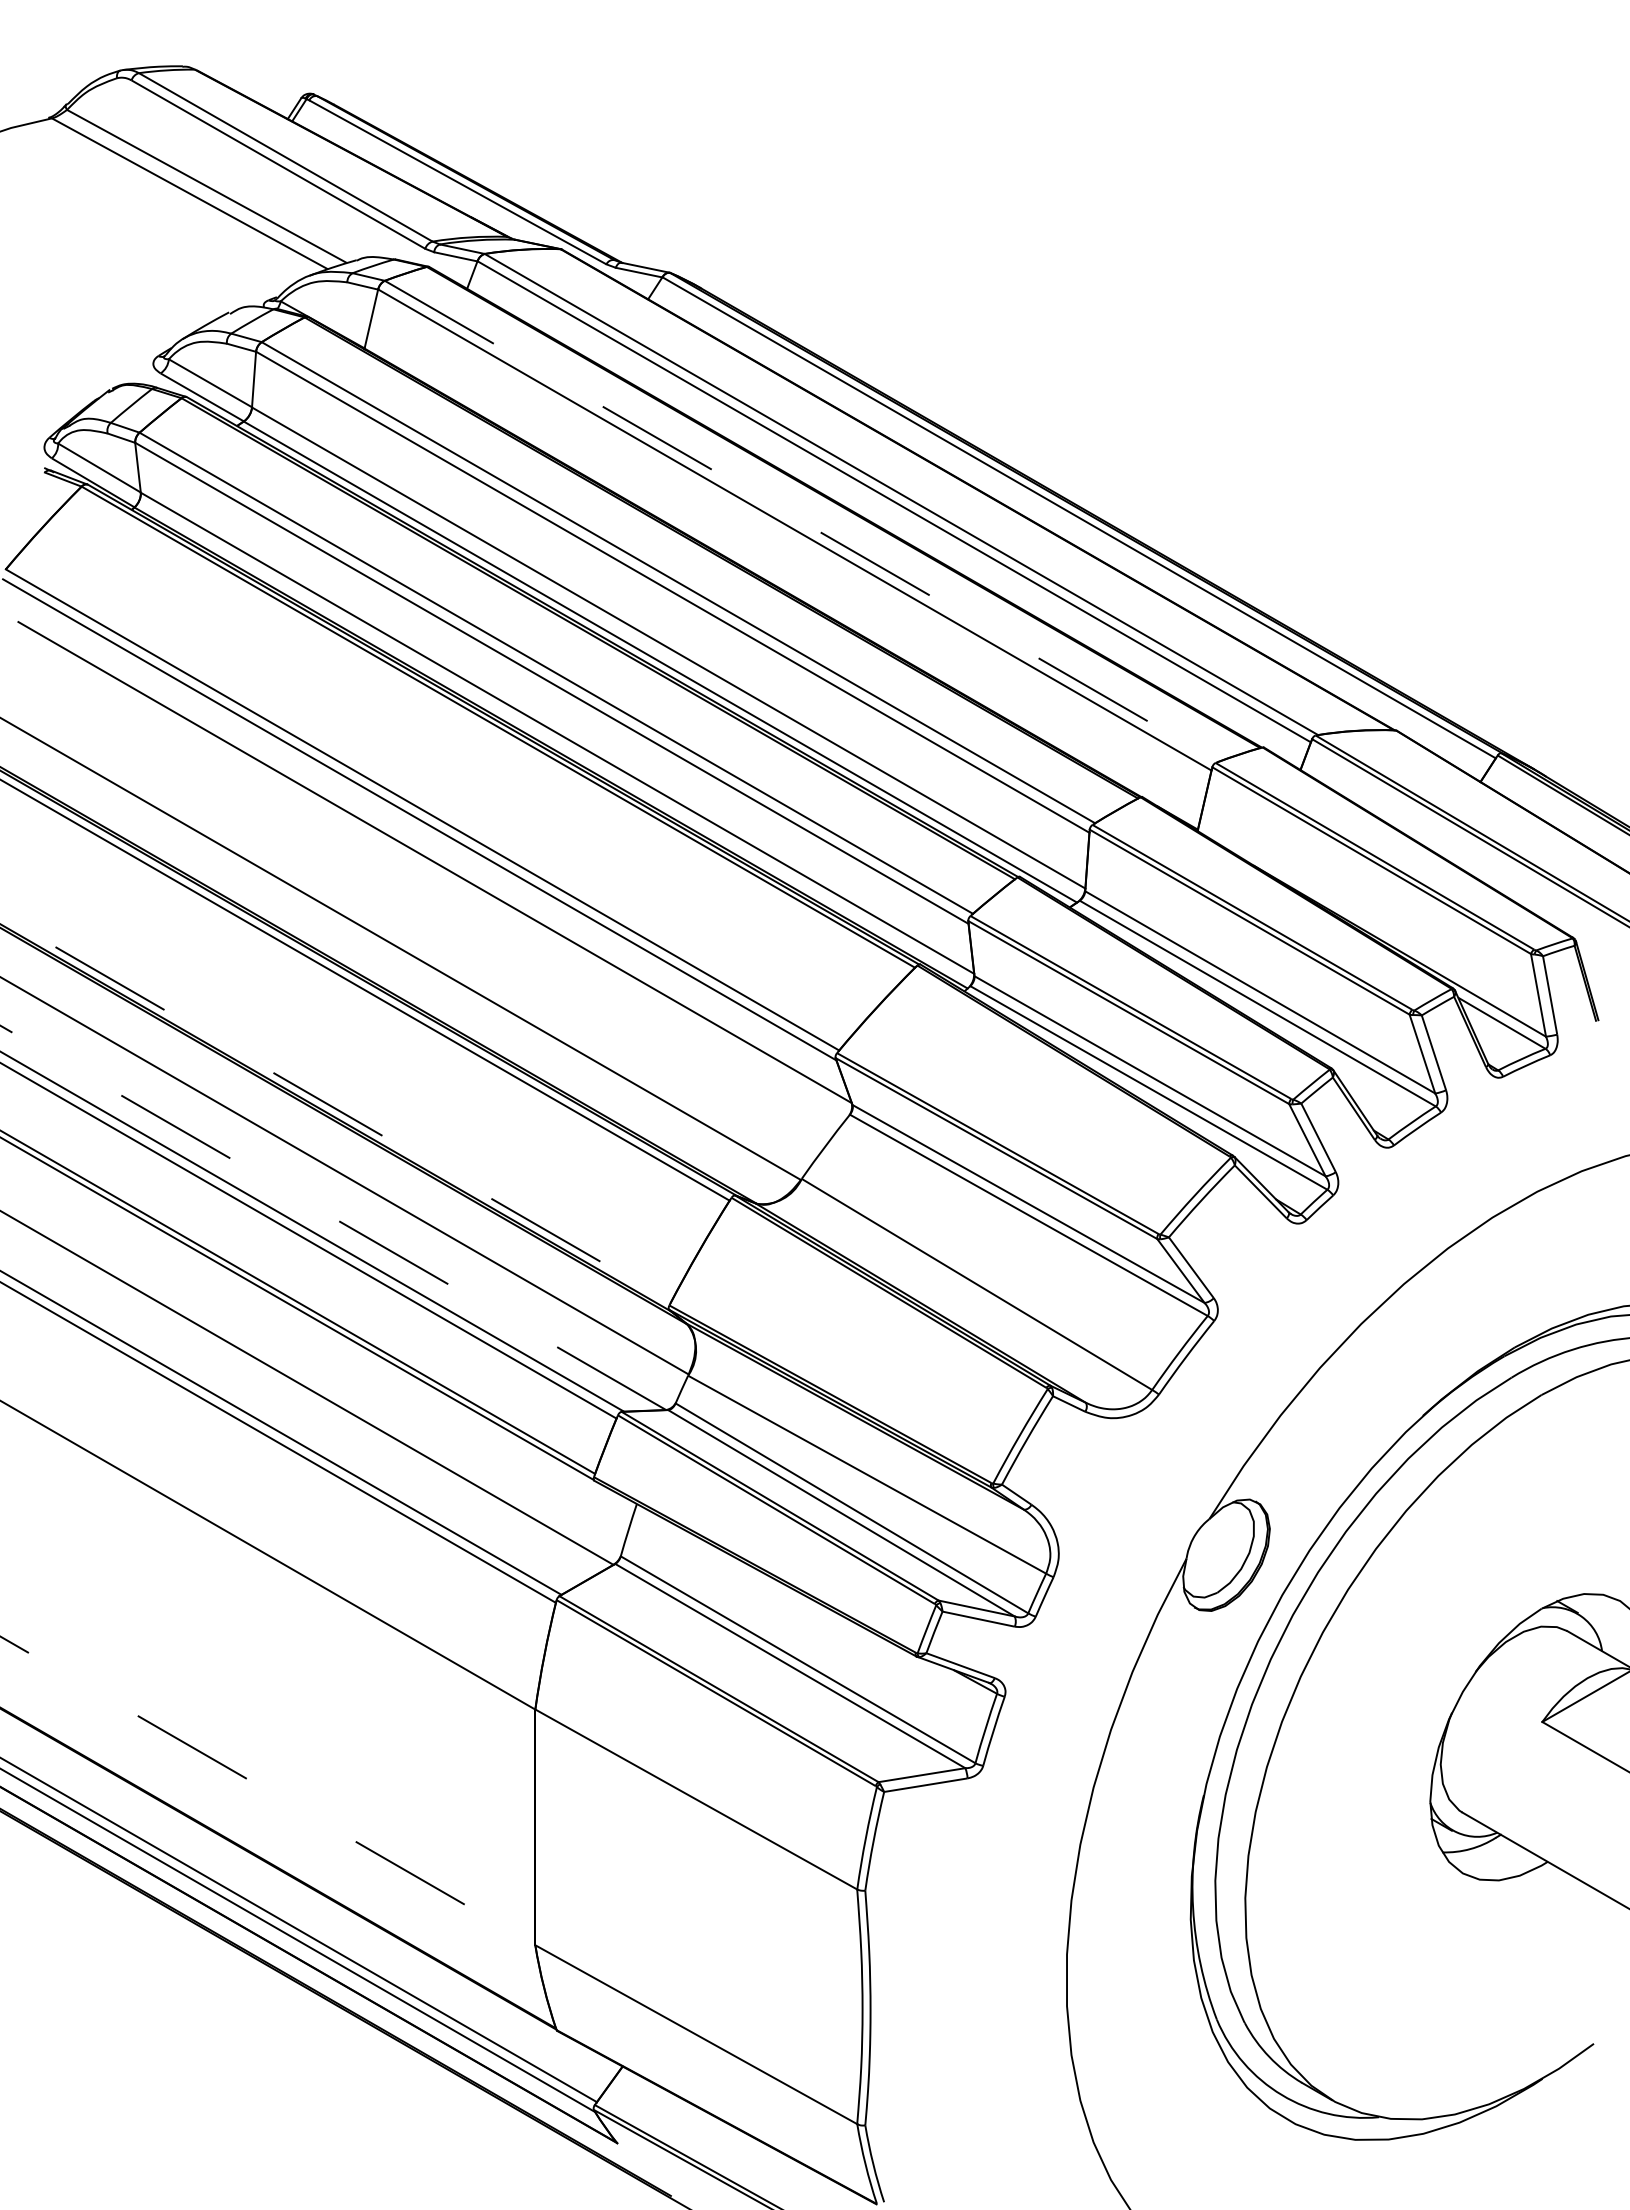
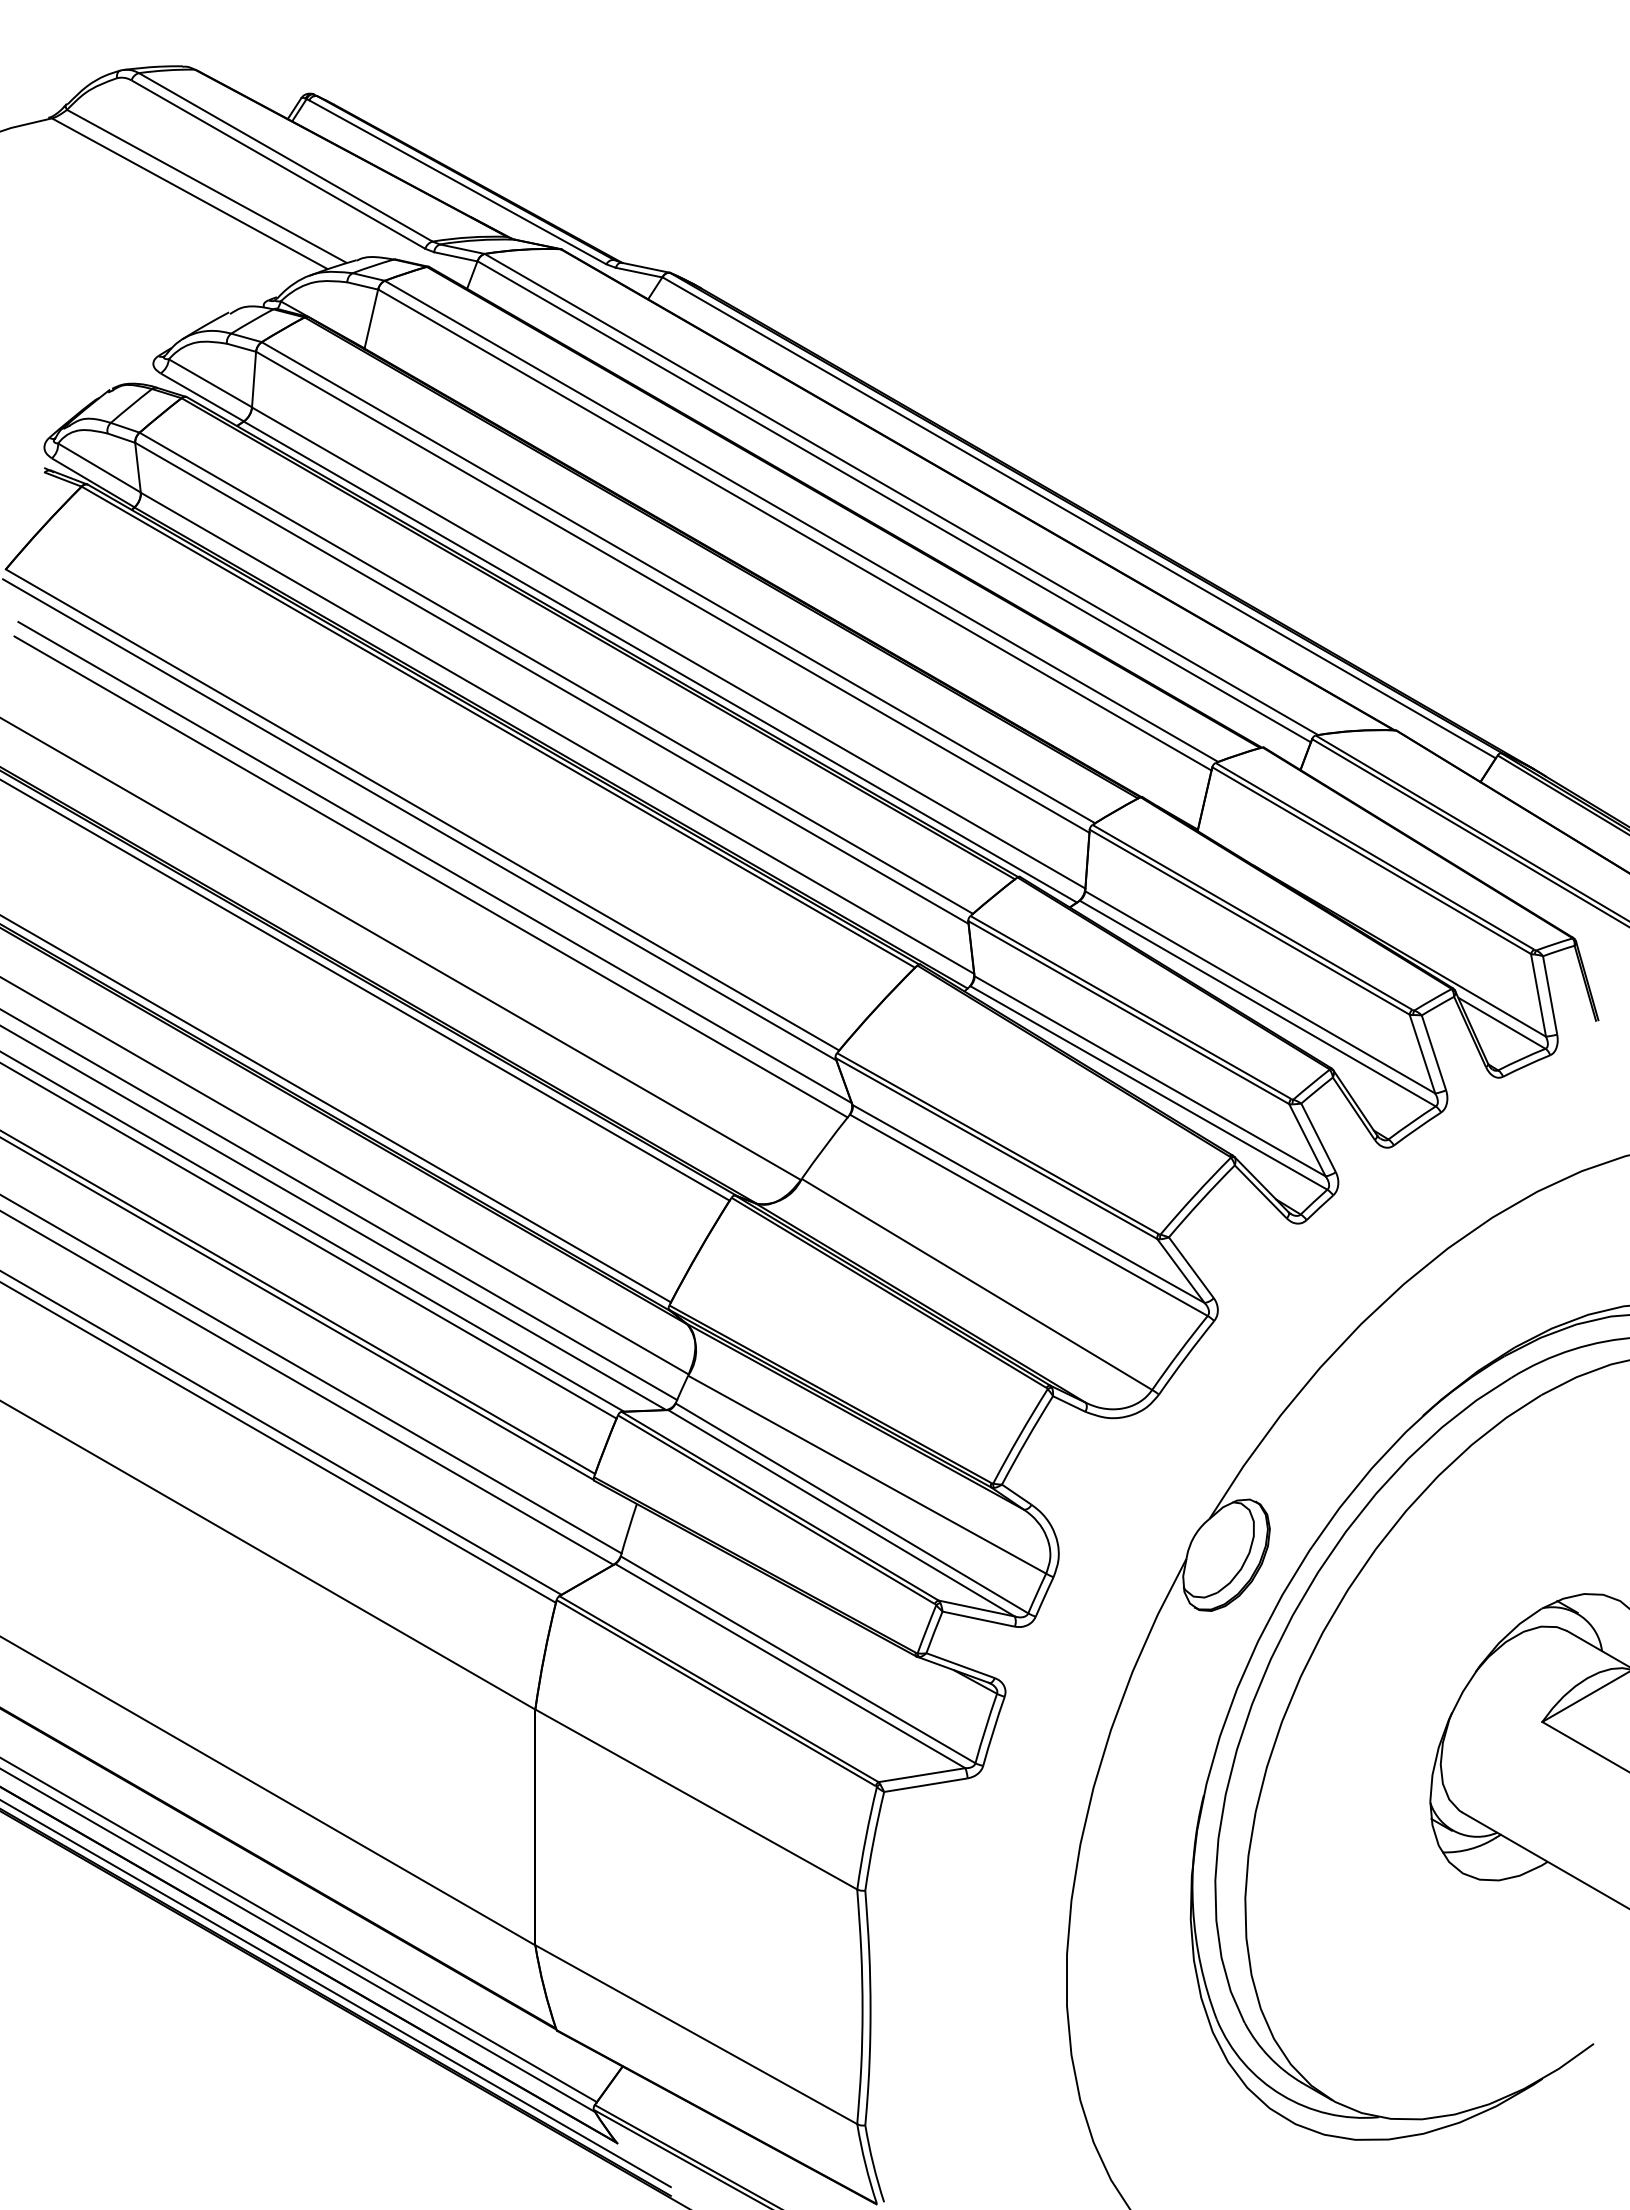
line at (801, 521): dashed -> solid
line at (430, 876): none -> present
line at (336, 1109): dashed -> solid
line at (339, 1205): none -> present
line at (333, 1217): dashed -> solid
line at (311, 1374): none -> present
line at (267, 1790): dashed -> solid
line at (336, 1994): none -> present
